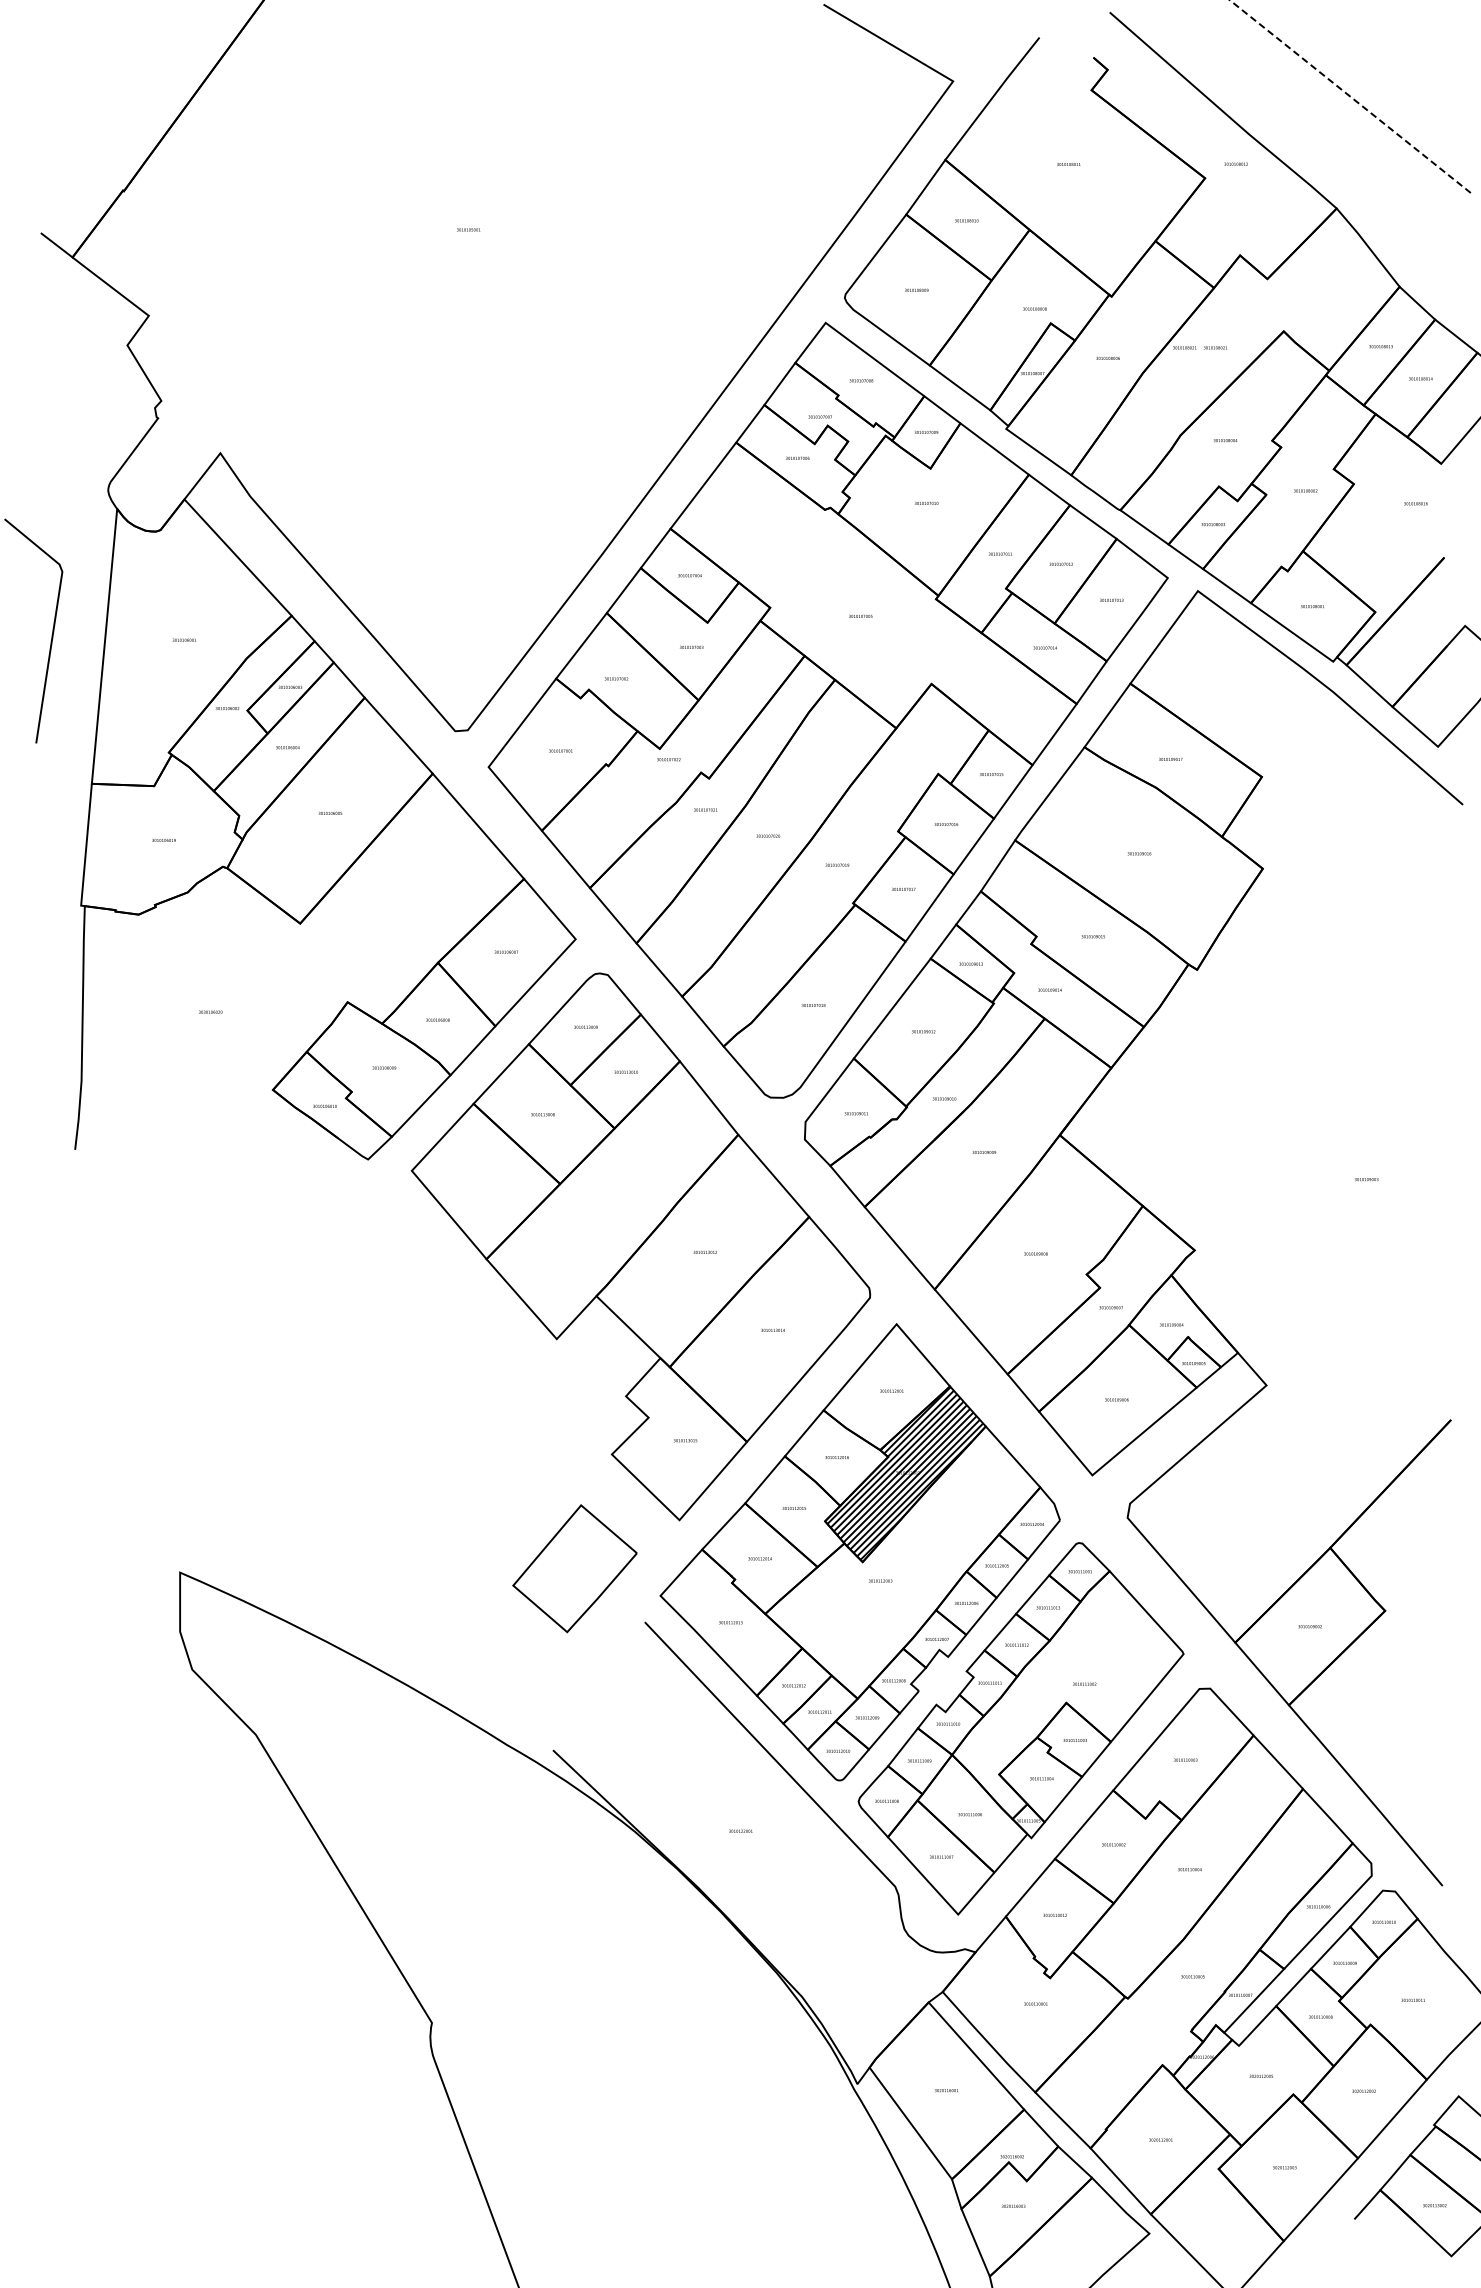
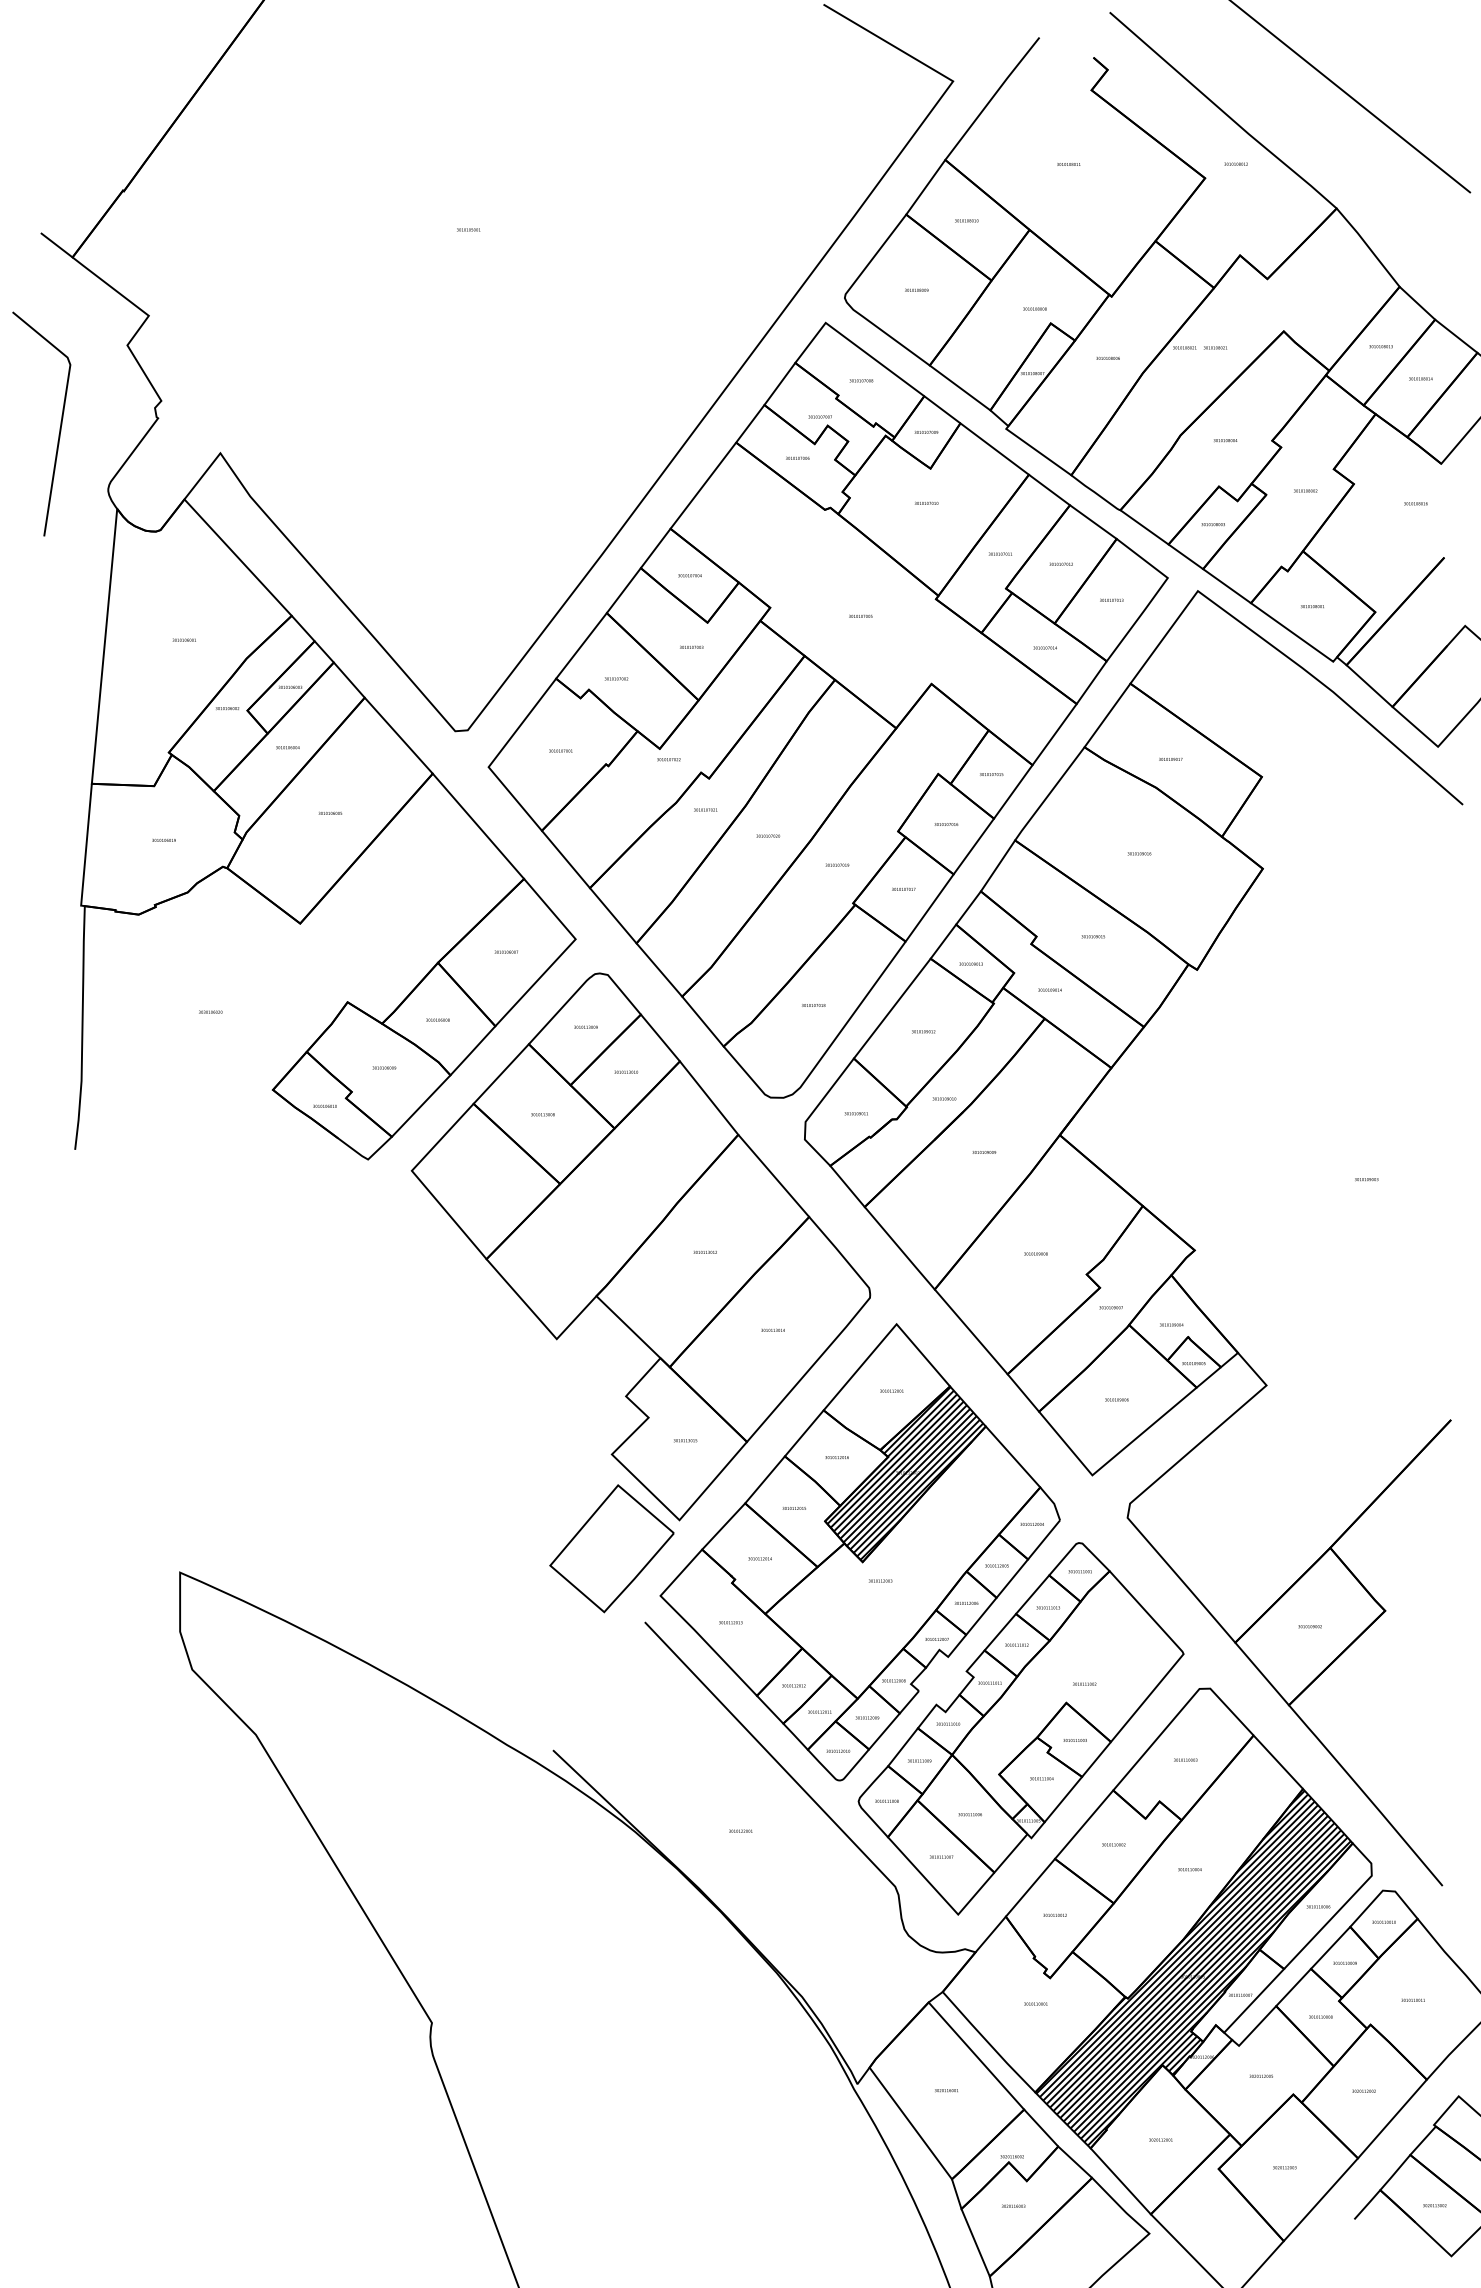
line at (1351, 97): dashed -> solid
curve at (51, 635) position: (51, 635) -> (59, 428)
part at (574, 1568) position: (574, 1568) -> (611, 1548)
hatch at (1193, 1967): none -> present
